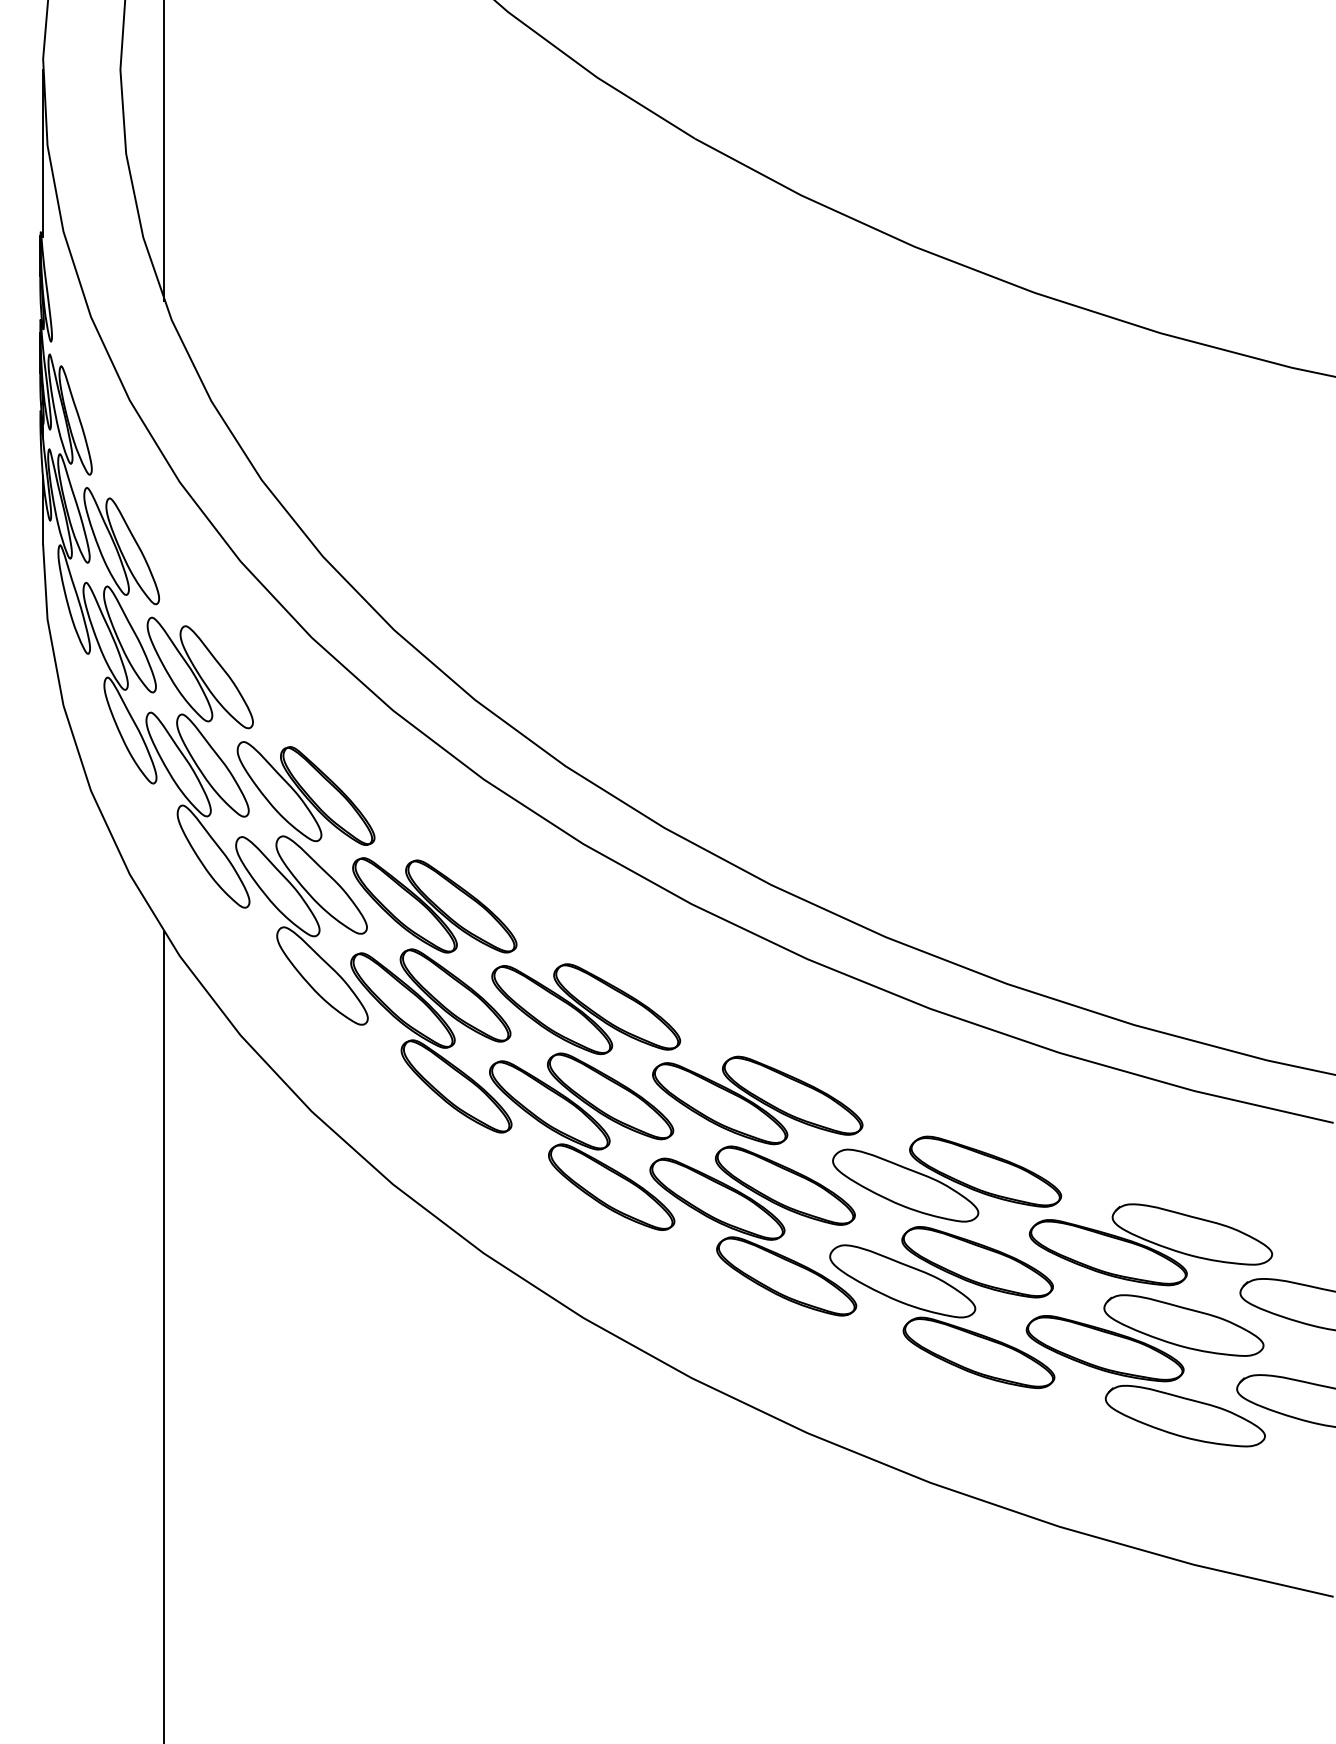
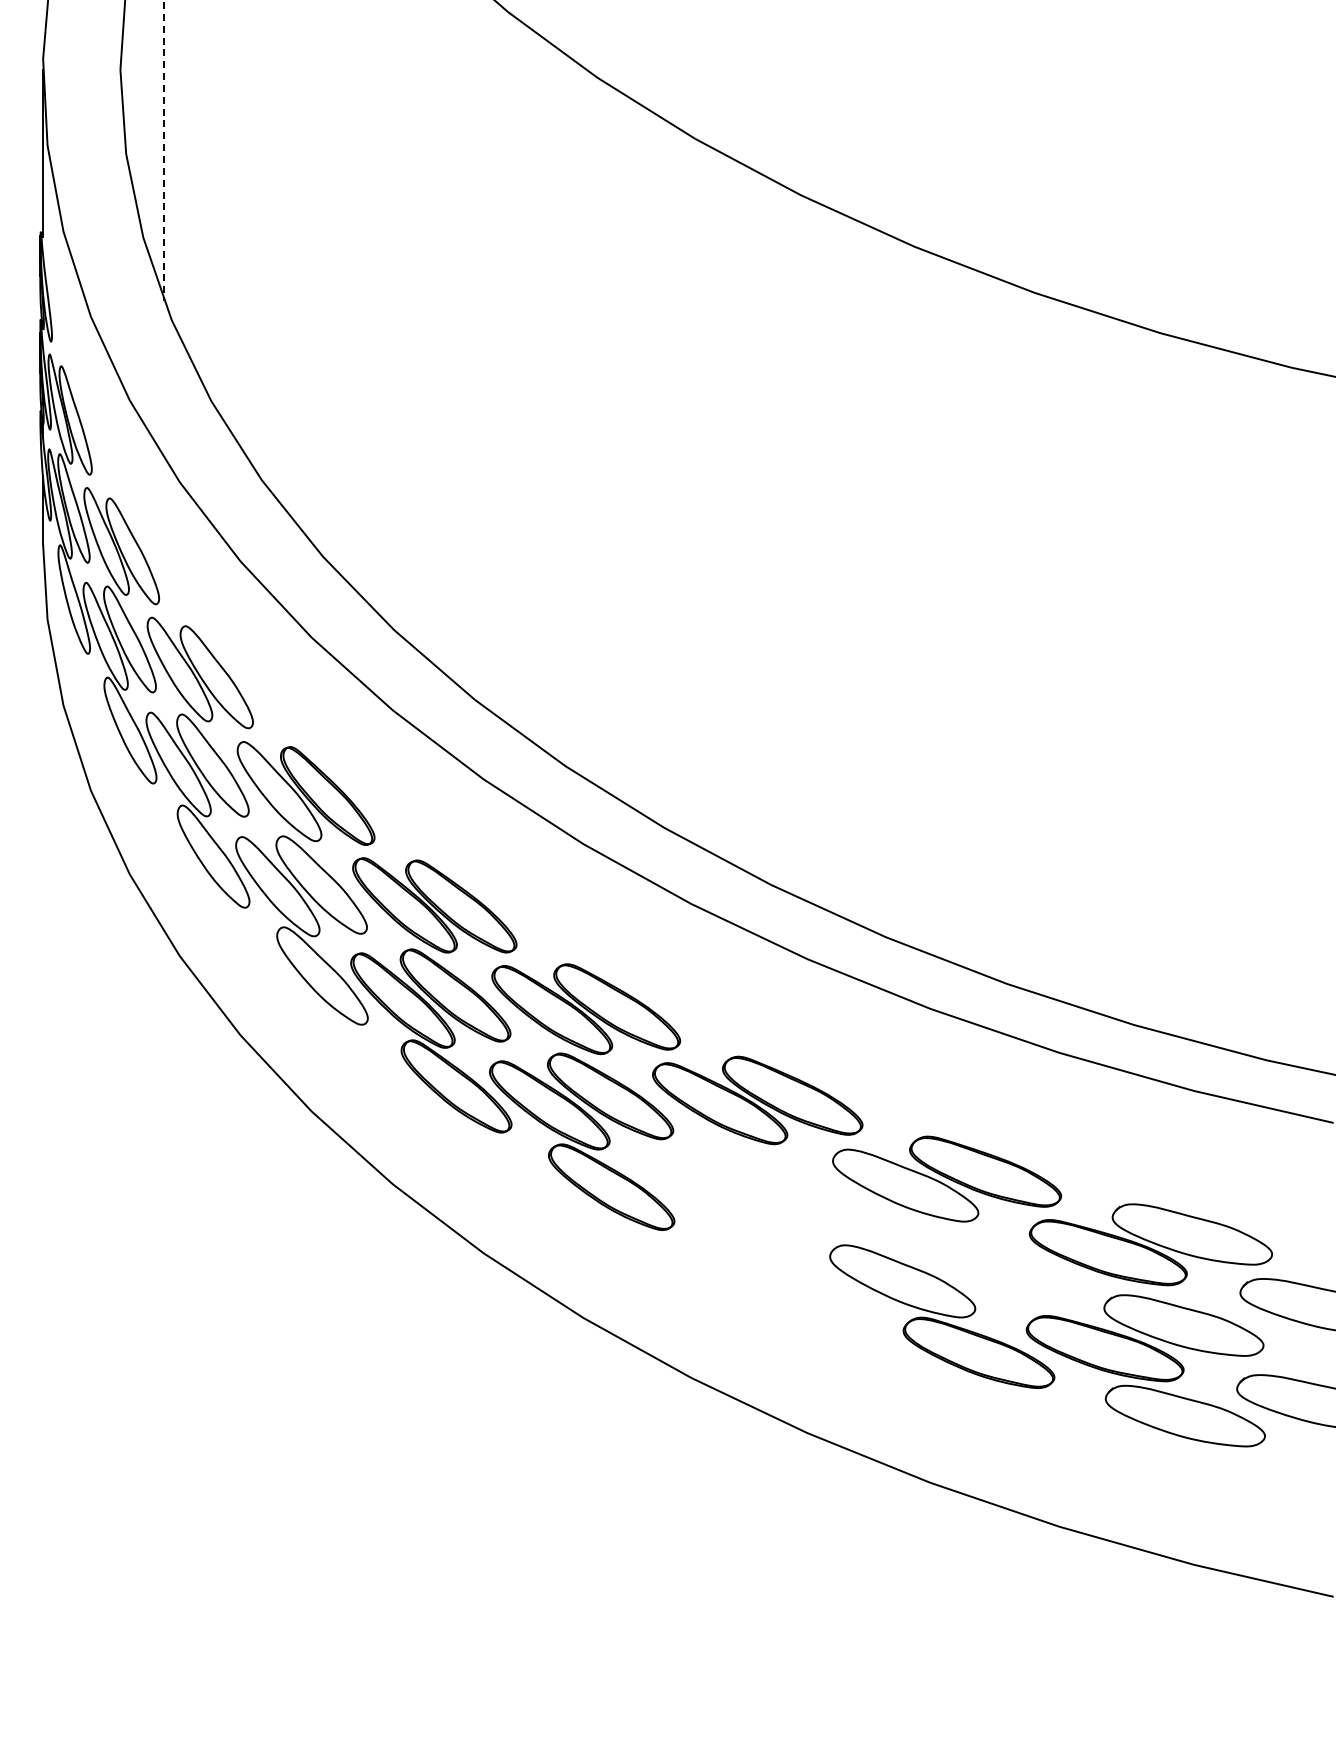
line at (163, 150): solid -> dashed
part at (753, 1230): present -> none
part at (977, 1262): present -> none
line at (163, 1336): present -> none
